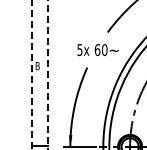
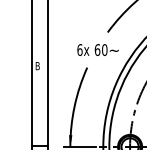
text at (79, 49): 5x -> 6x
line at (31, 74): dashed -> solid
line at (48, 74): dashed -> solid
